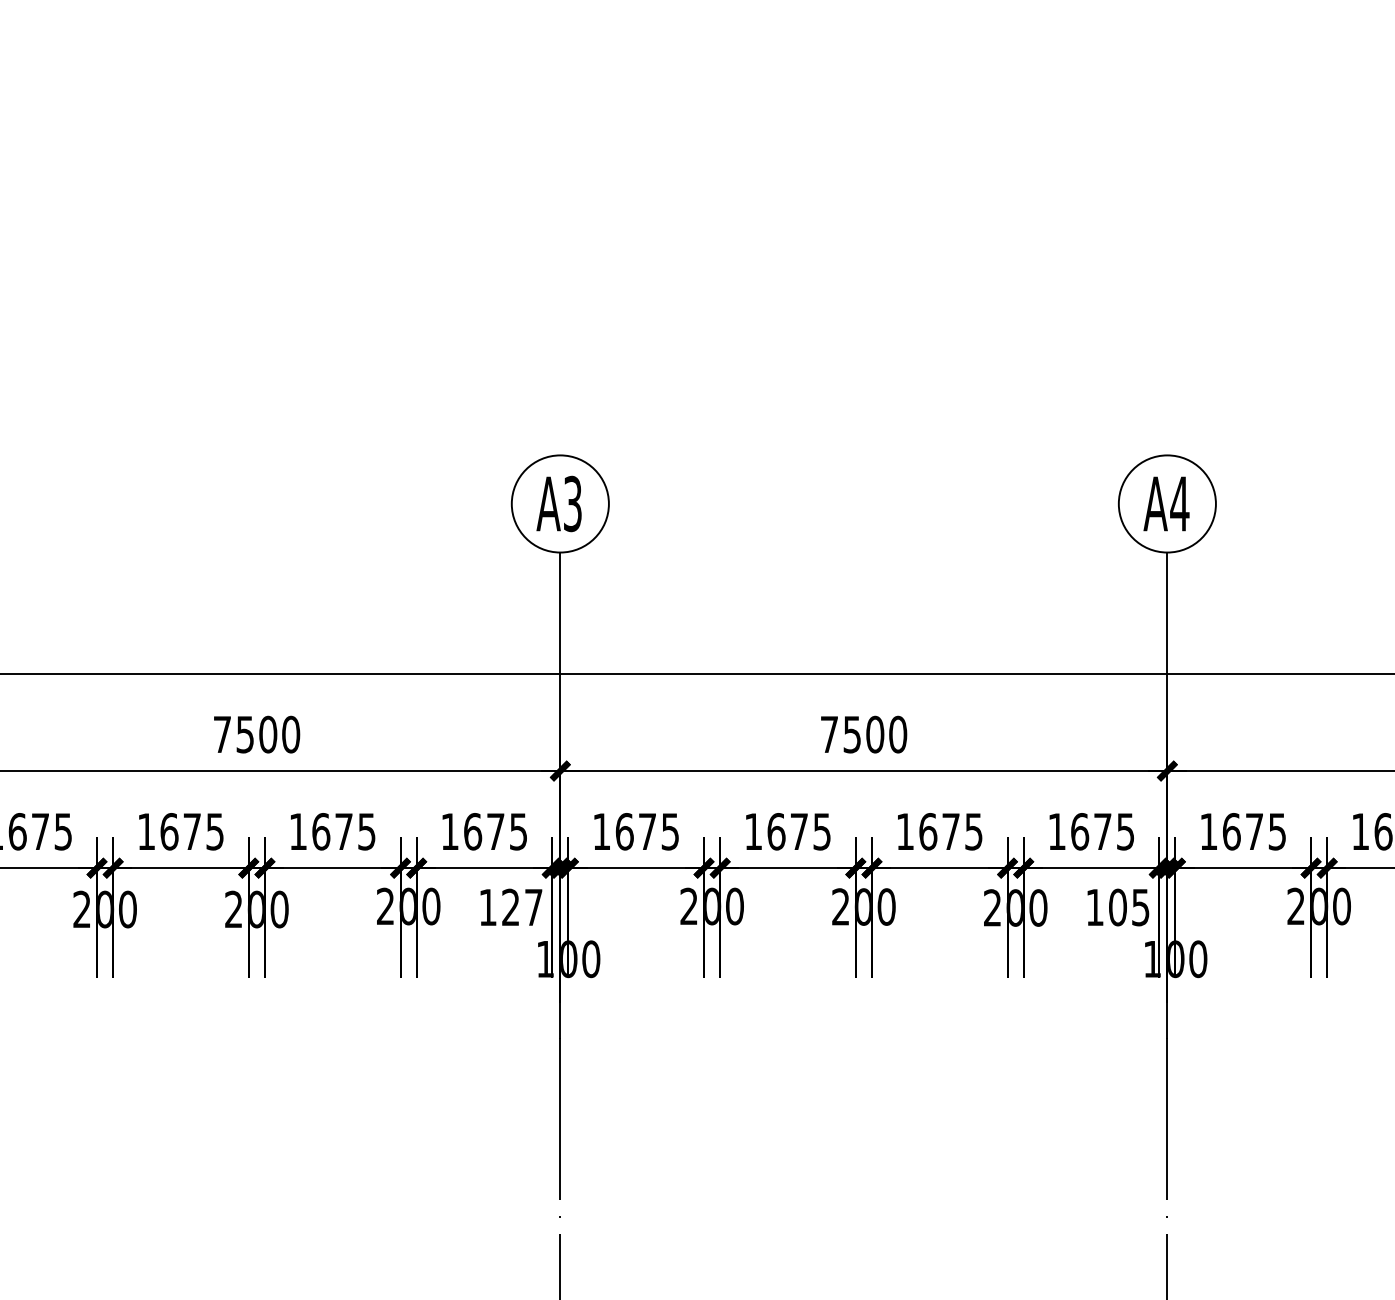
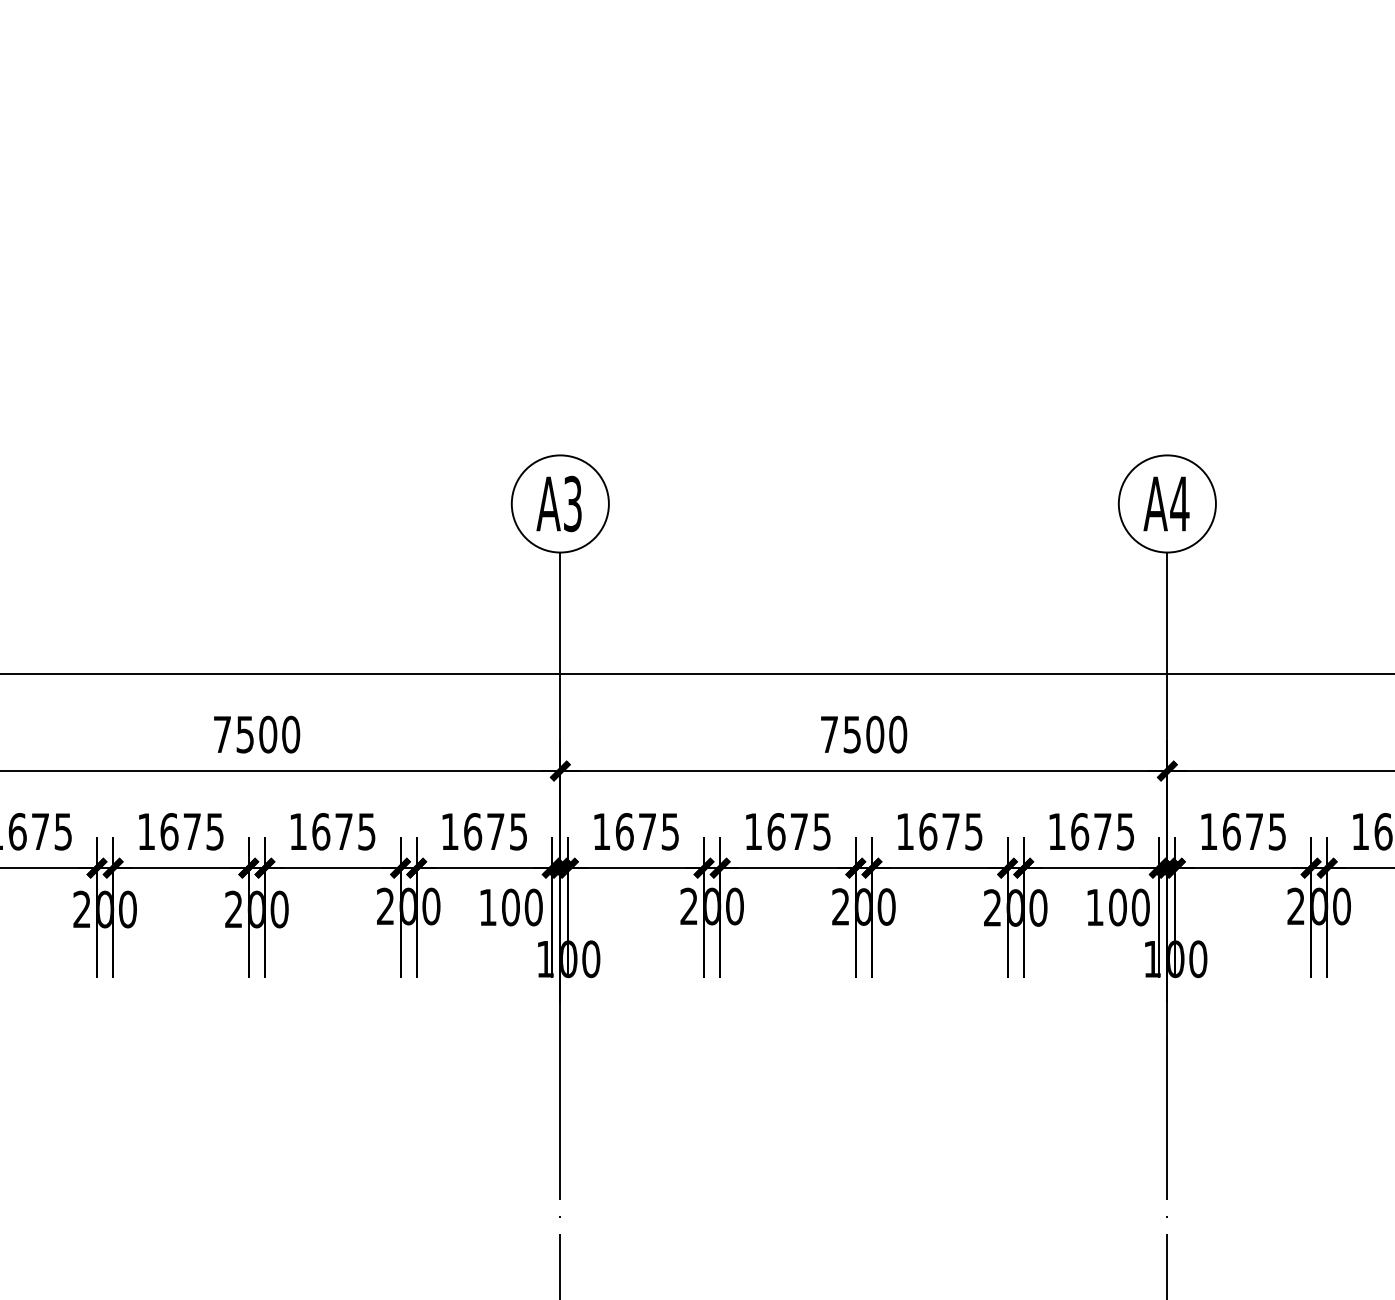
text at (522, 907): 127 -> 100
text at (1140, 907): 105 -> 100
